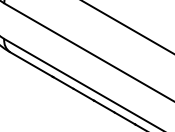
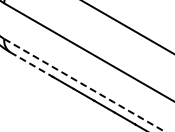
line at (31, 64): solid -> dashed
line at (84, 85): solid -> dashed
